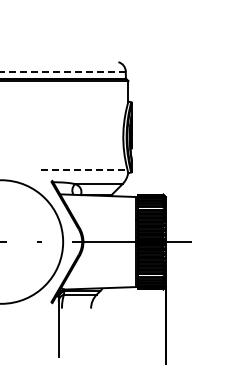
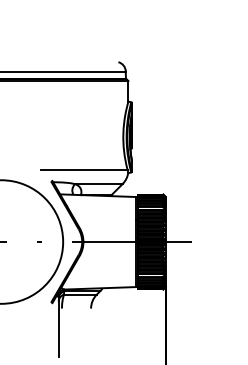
line at (63, 71): dashed -> solid
line at (84, 169): dashed -> solid
